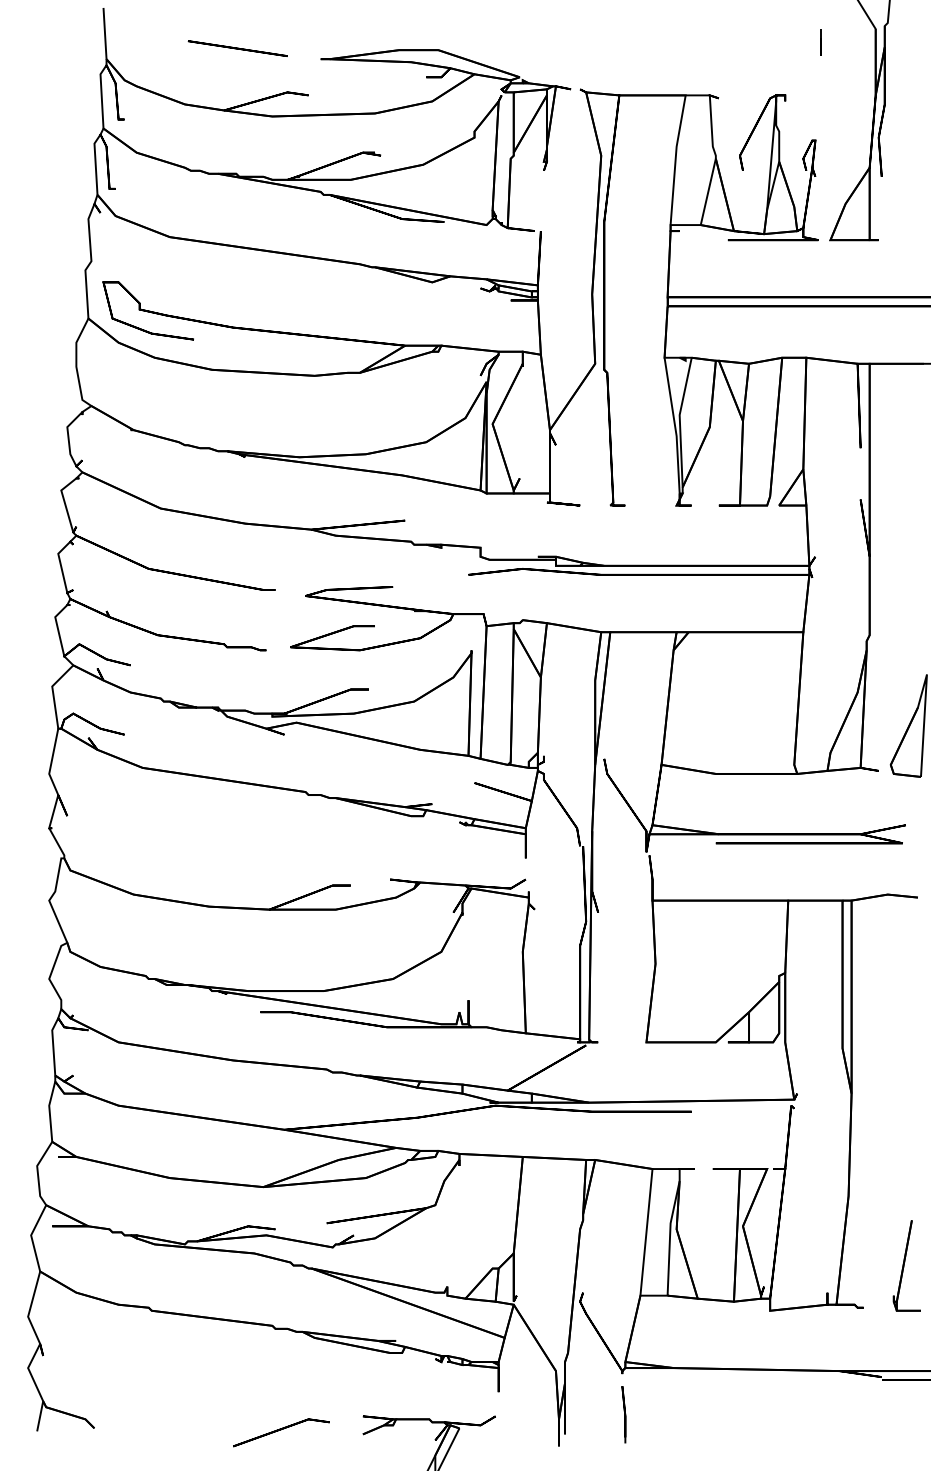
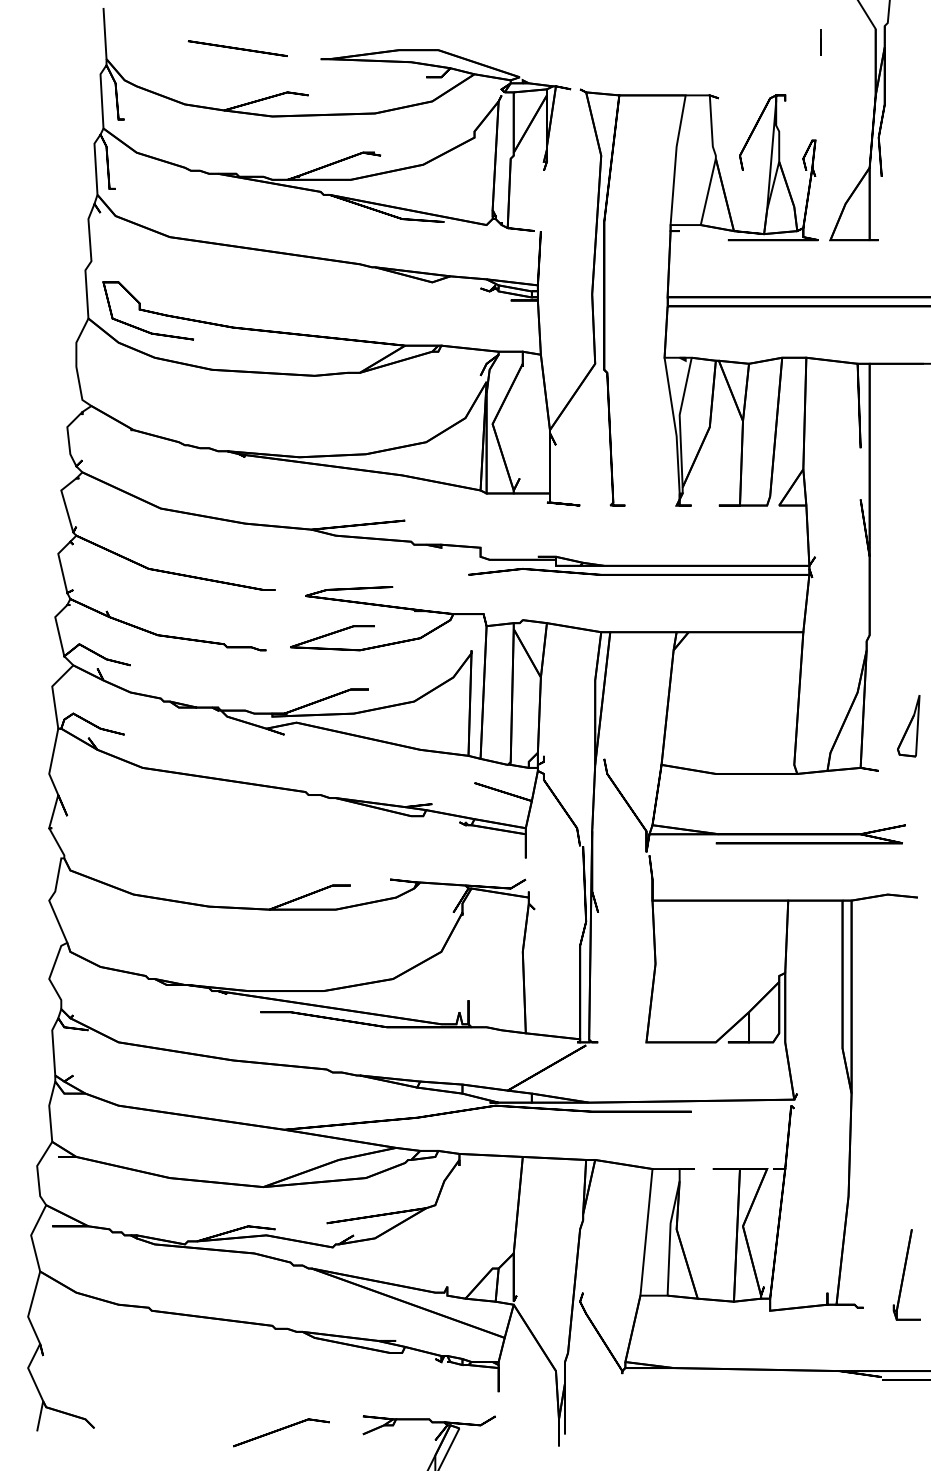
part at (908, 725) size: 39x104 px -> 24x63 px
part at (906, 1265) position: (906, 1265) -> (906, 1274)
line at (624, 1414): present -> none
